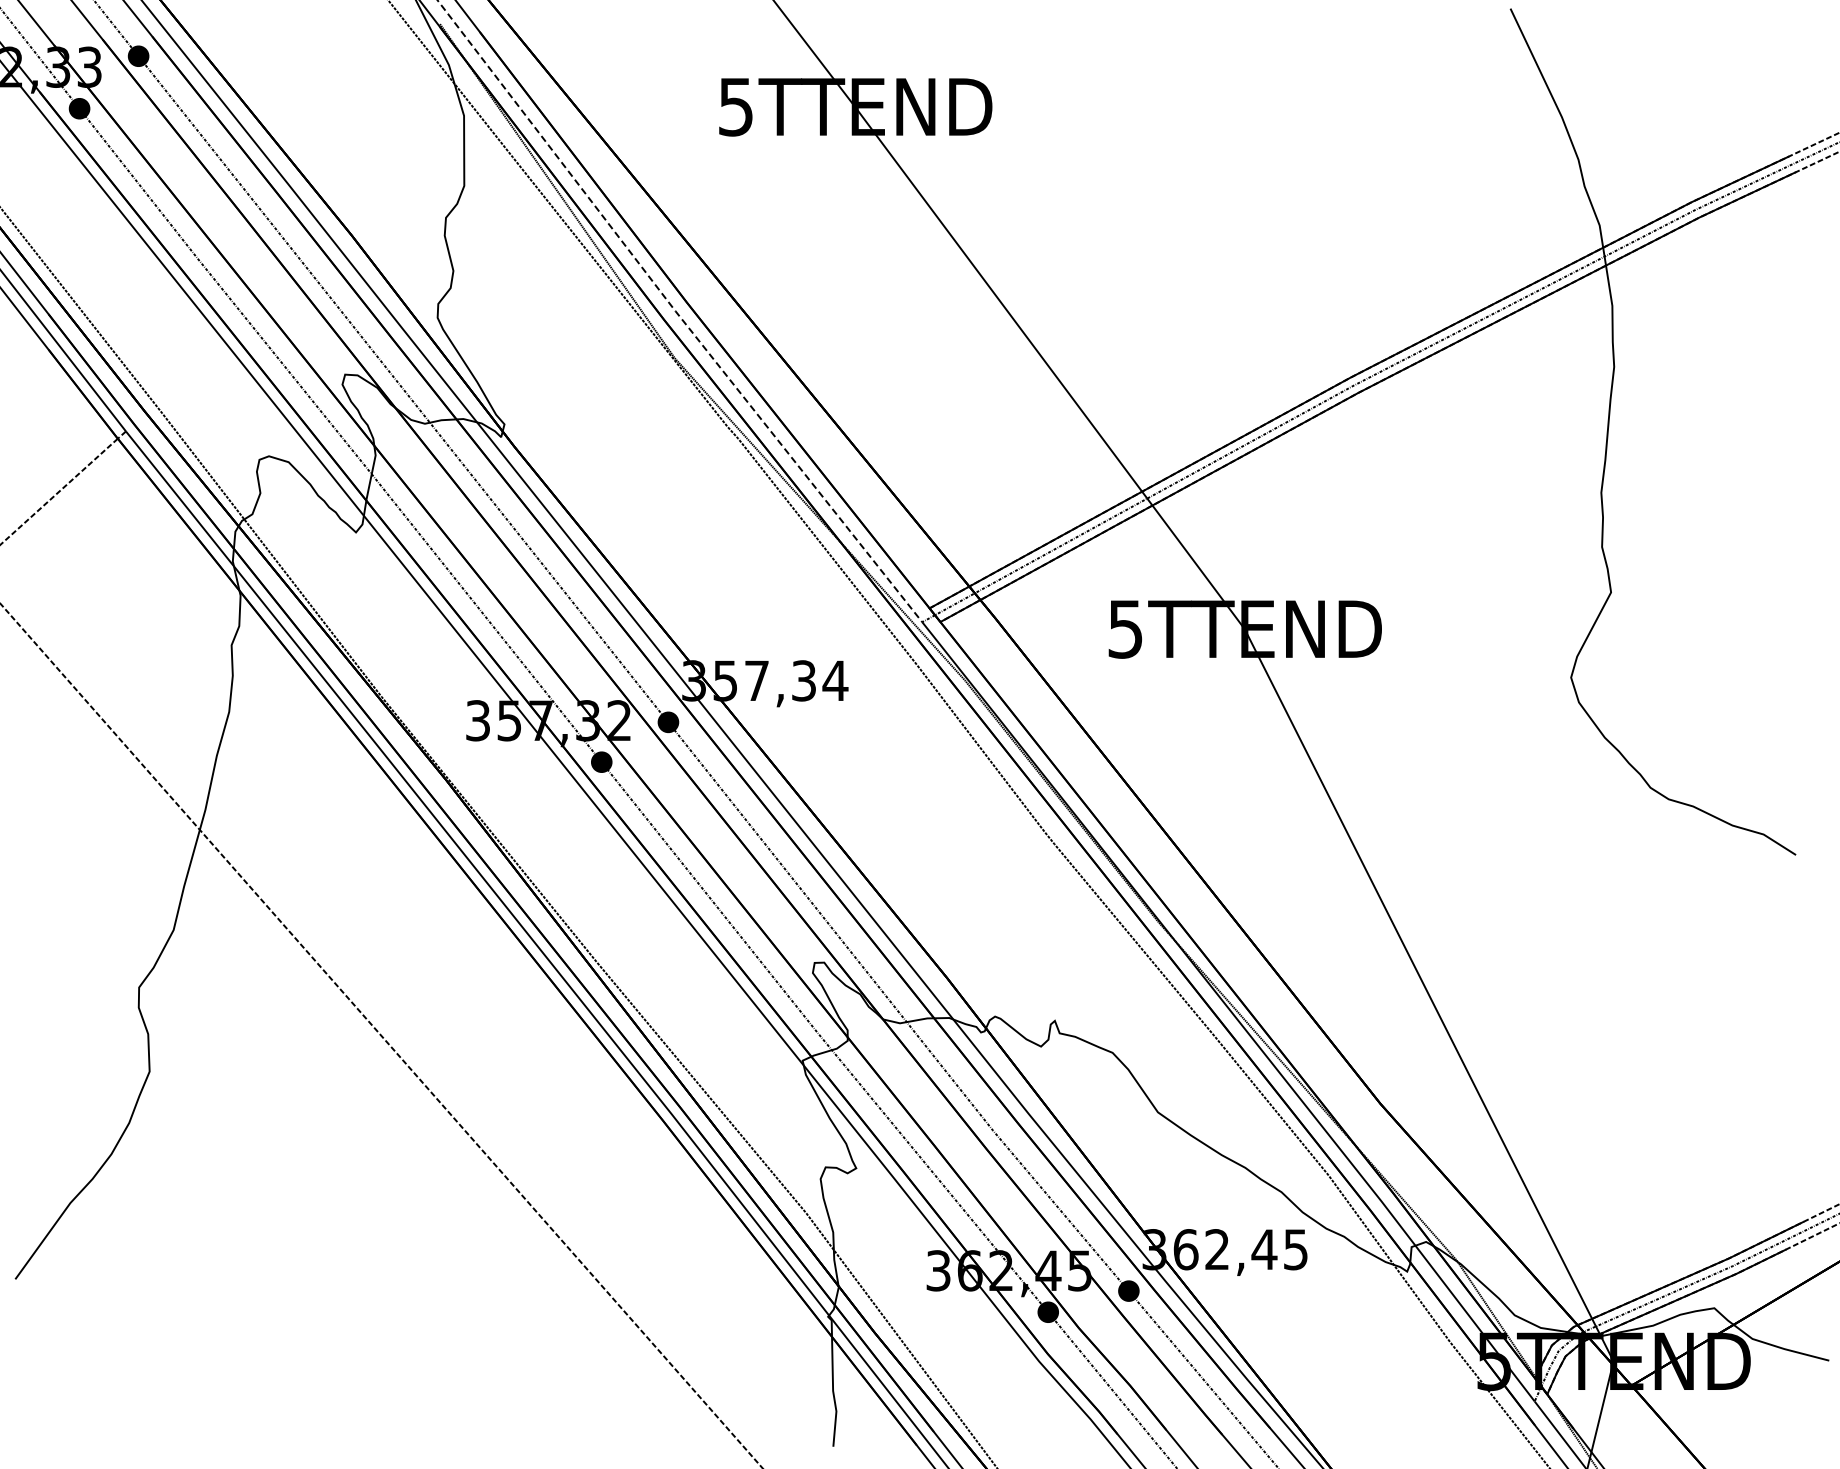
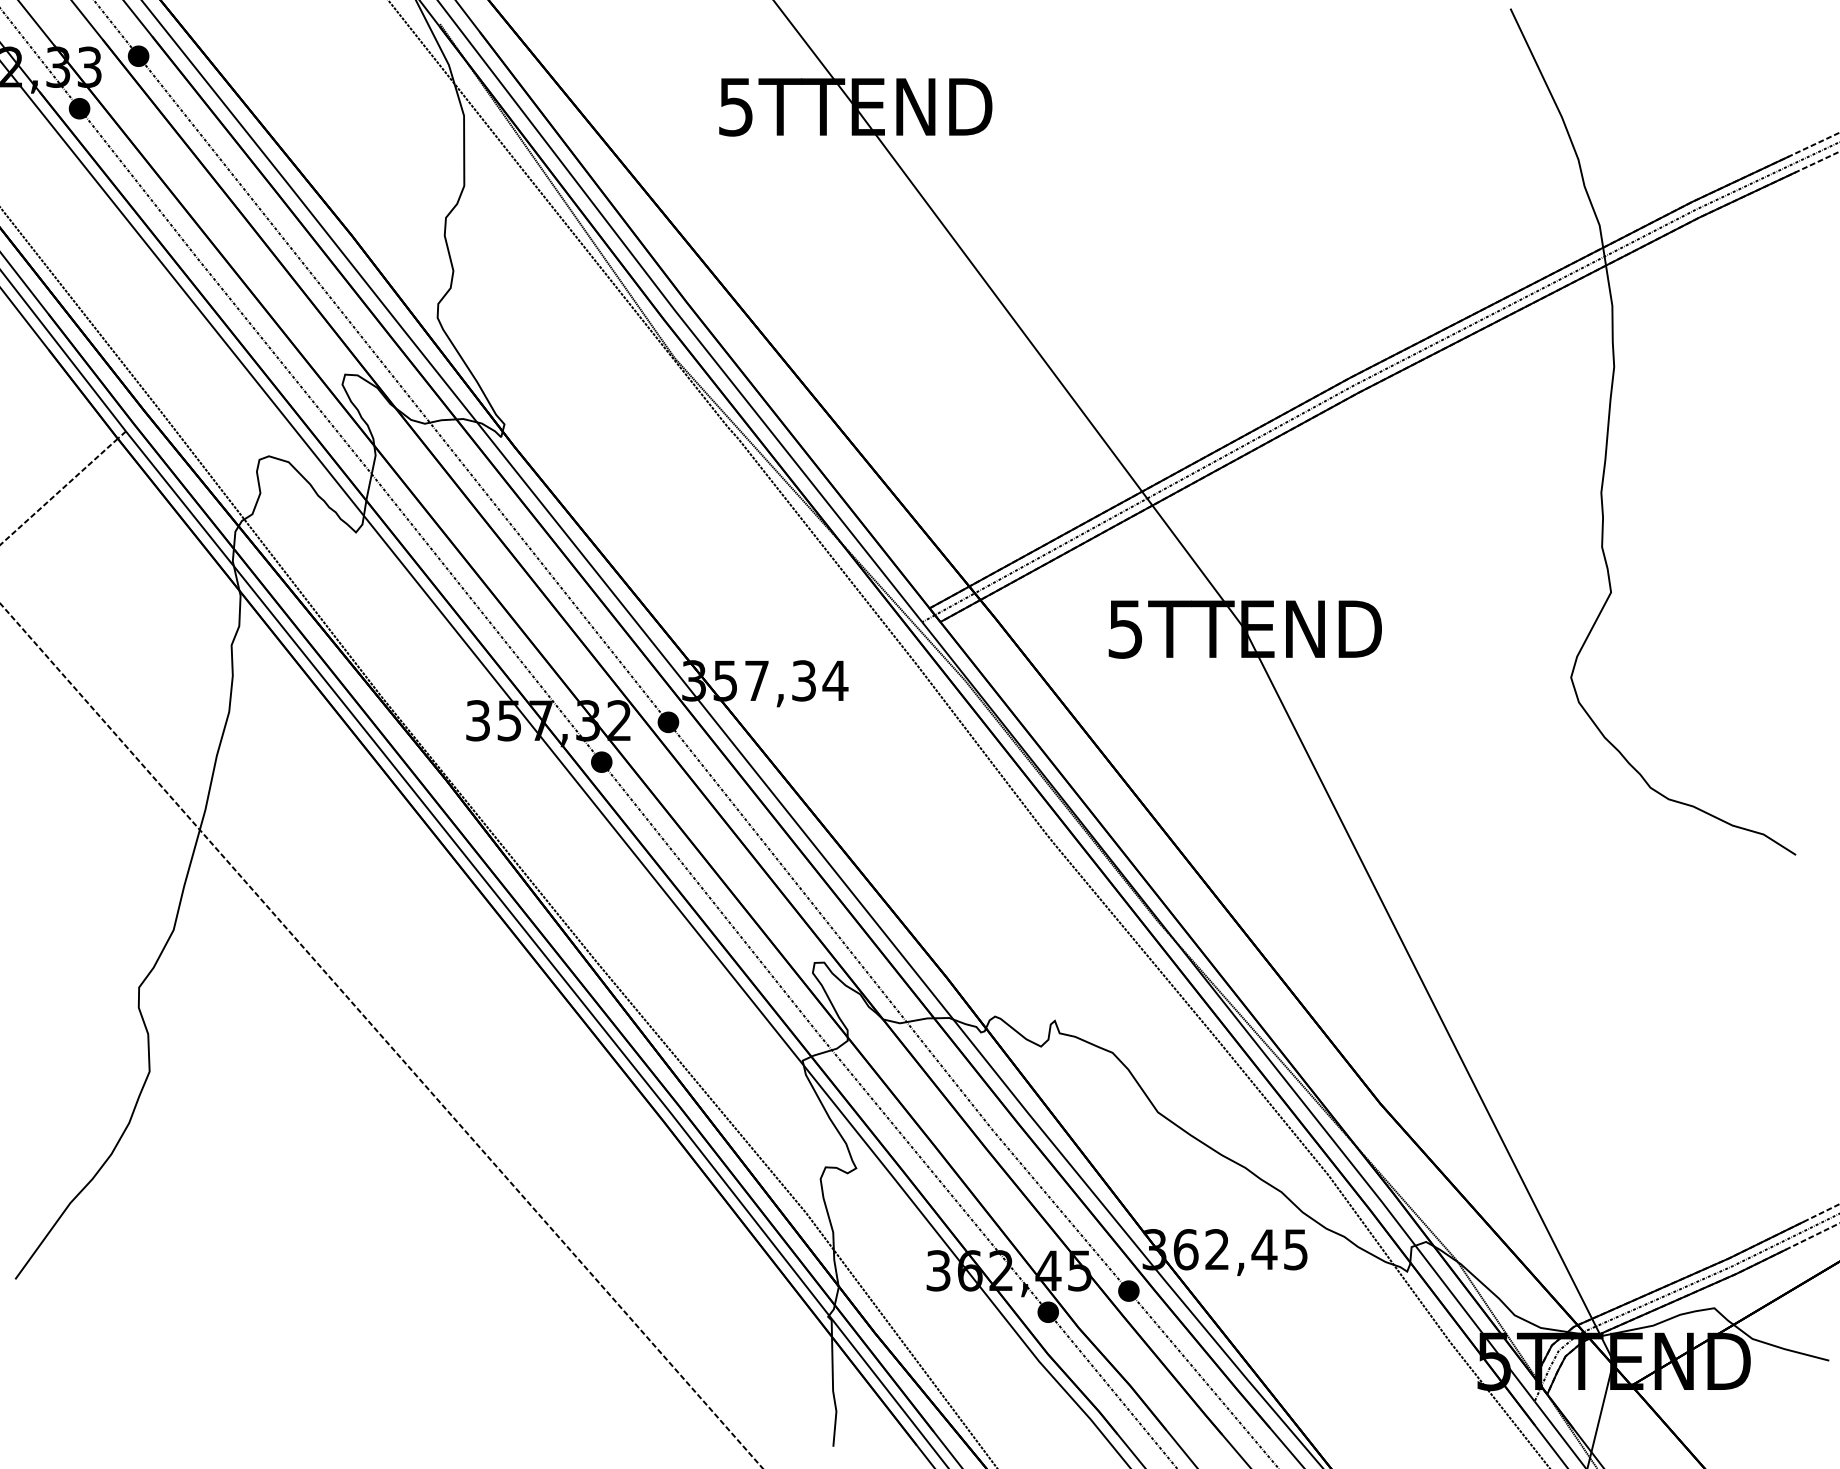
line at (677, 313): dashed -> solid
